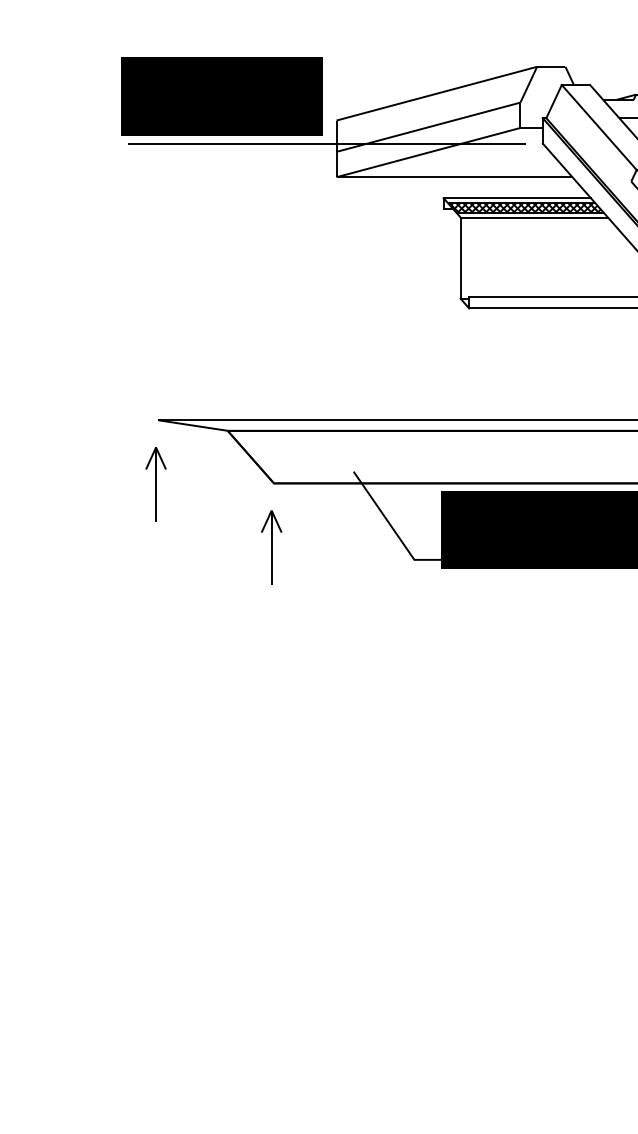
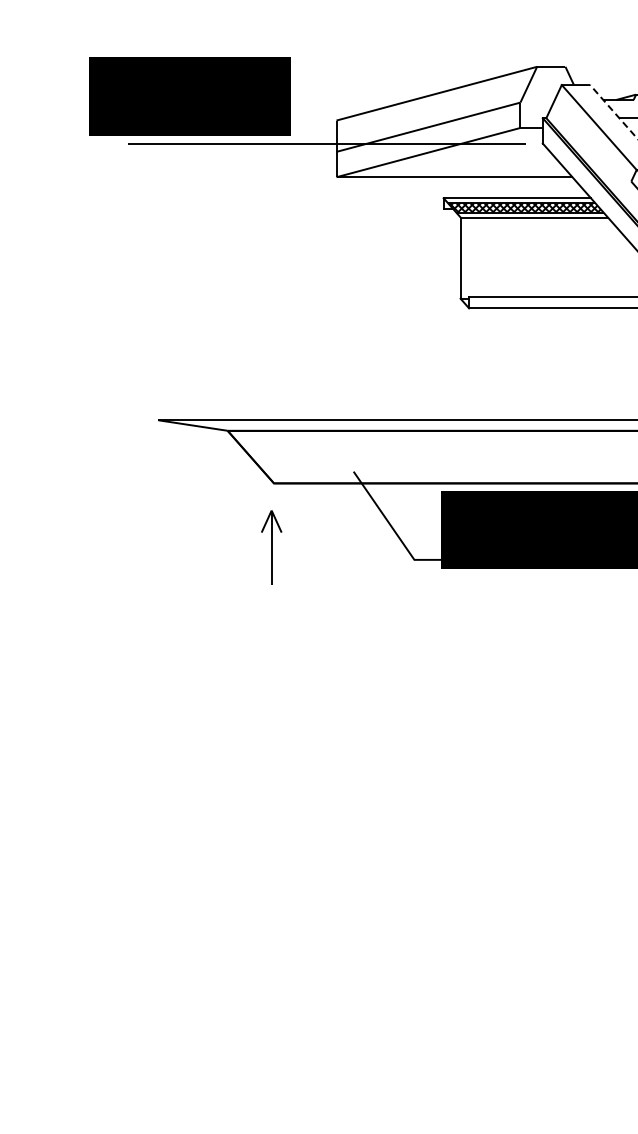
text at (221, 96) position: (221, 96) -> (189, 96)
line at (613, 111): solid -> dashed
part at (155, 484): present -> none
